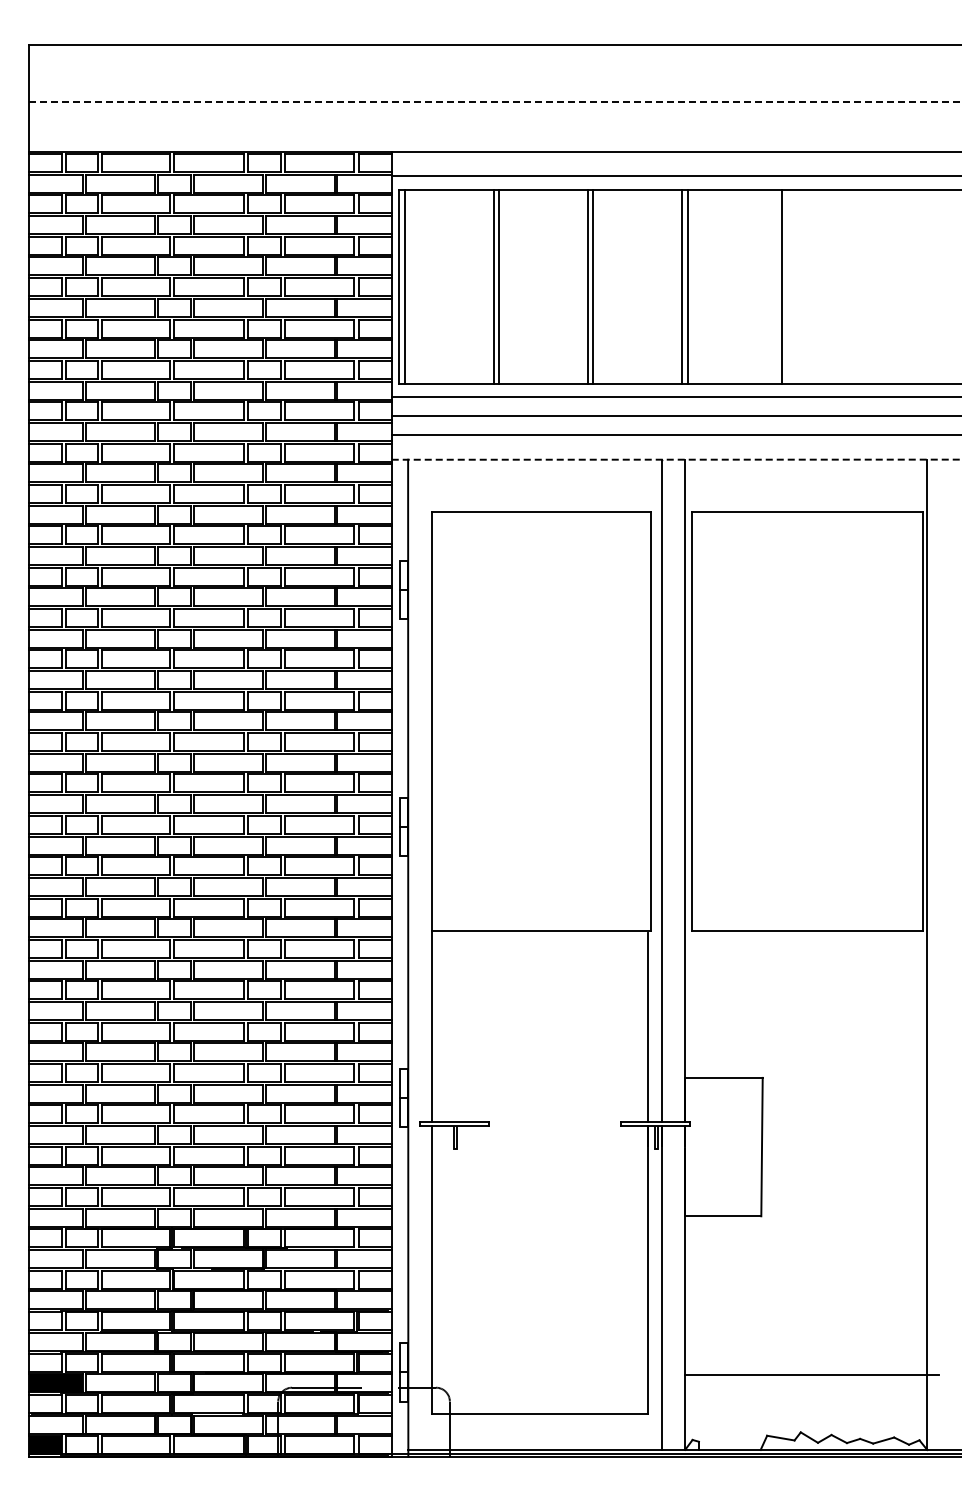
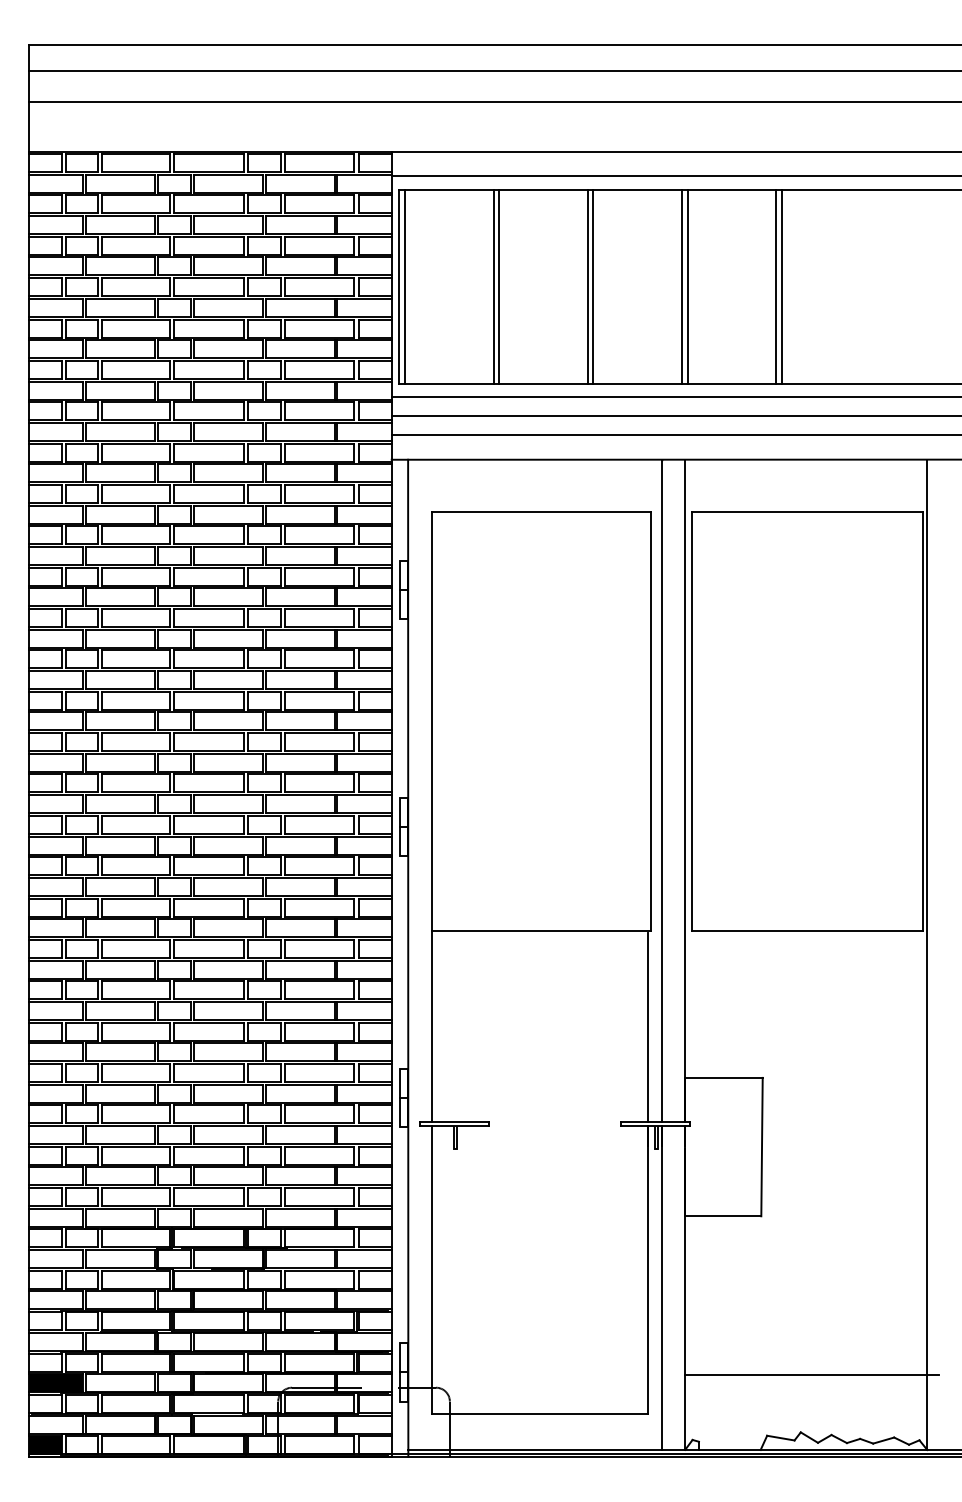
line at (493, 70): none -> present
line at (495, 102): dashed -> solid
line at (776, 286): none -> present
line at (676, 459): dashed -> solid
